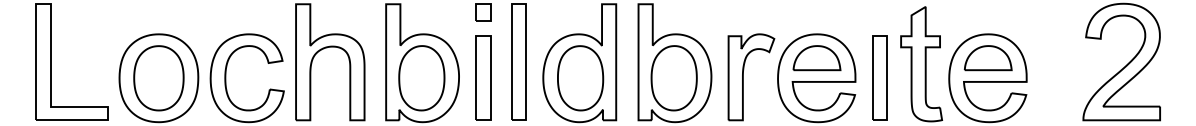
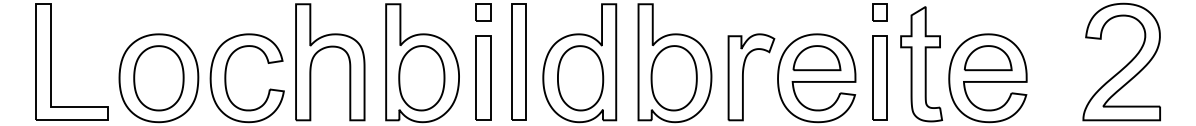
part at (879, 12): none -> present
